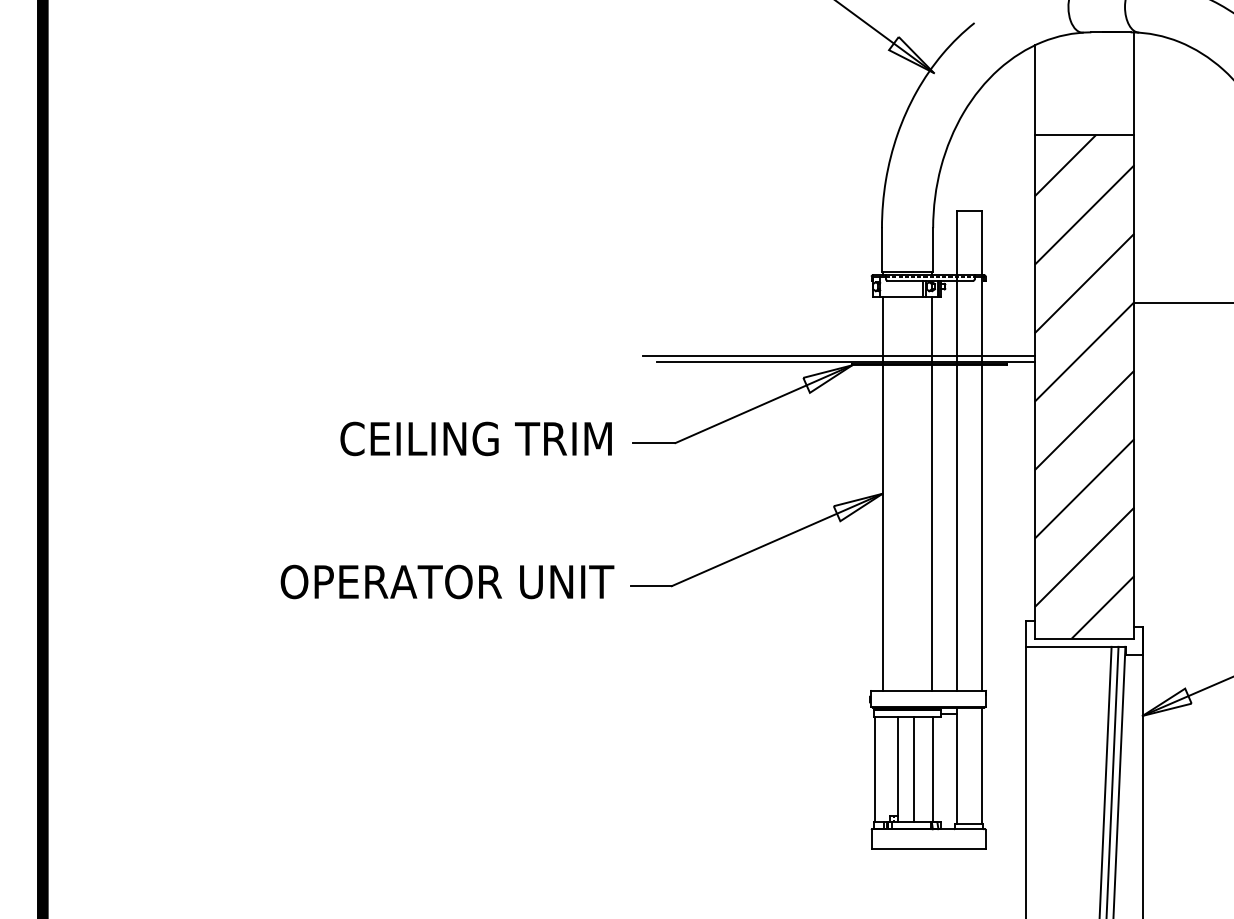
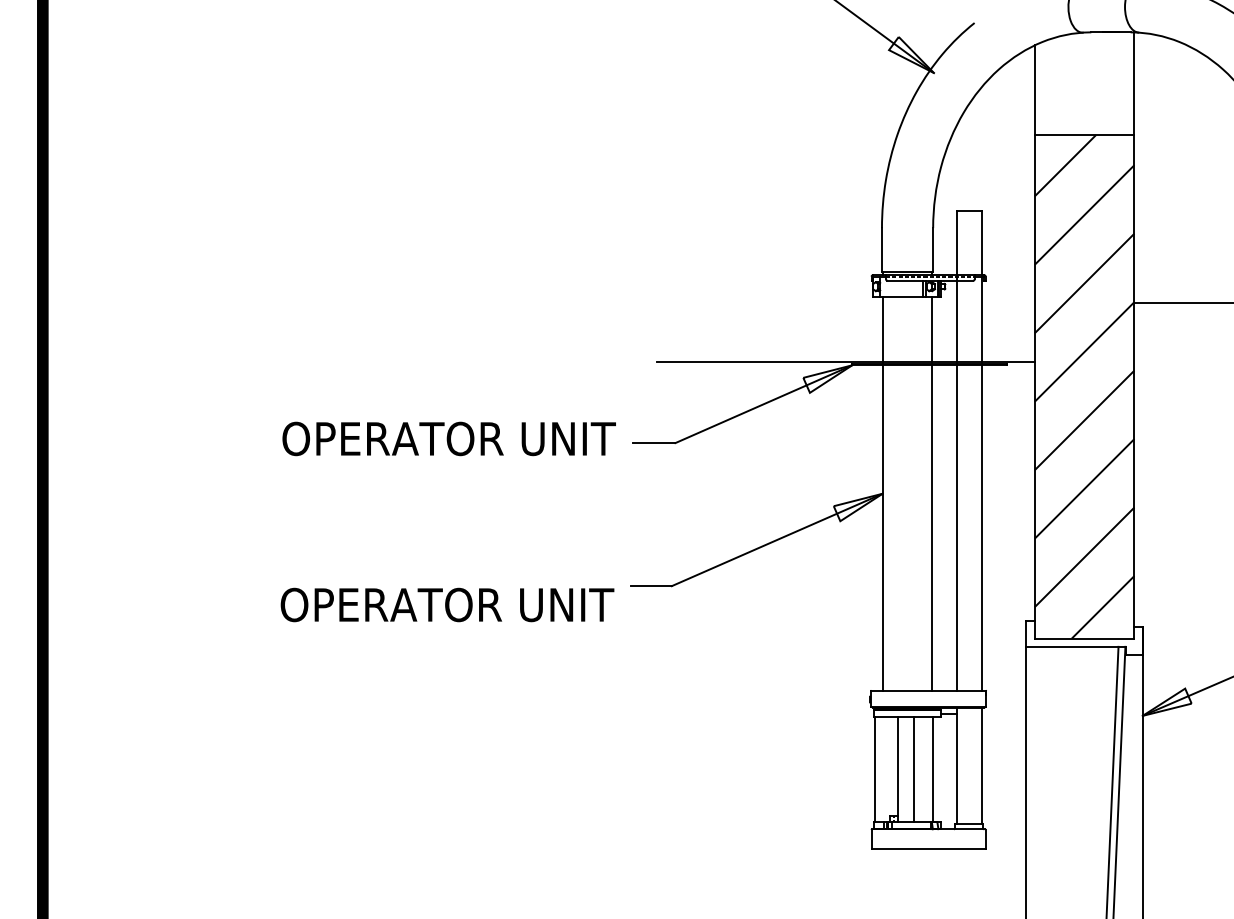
line at (838, 356): present -> none
text at (448, 438): CEILING TRIM -> OPERATOR UNIT
text at (447, 581) position: (447, 581) -> (447, 604)
line at (1105, 780): present -> none
